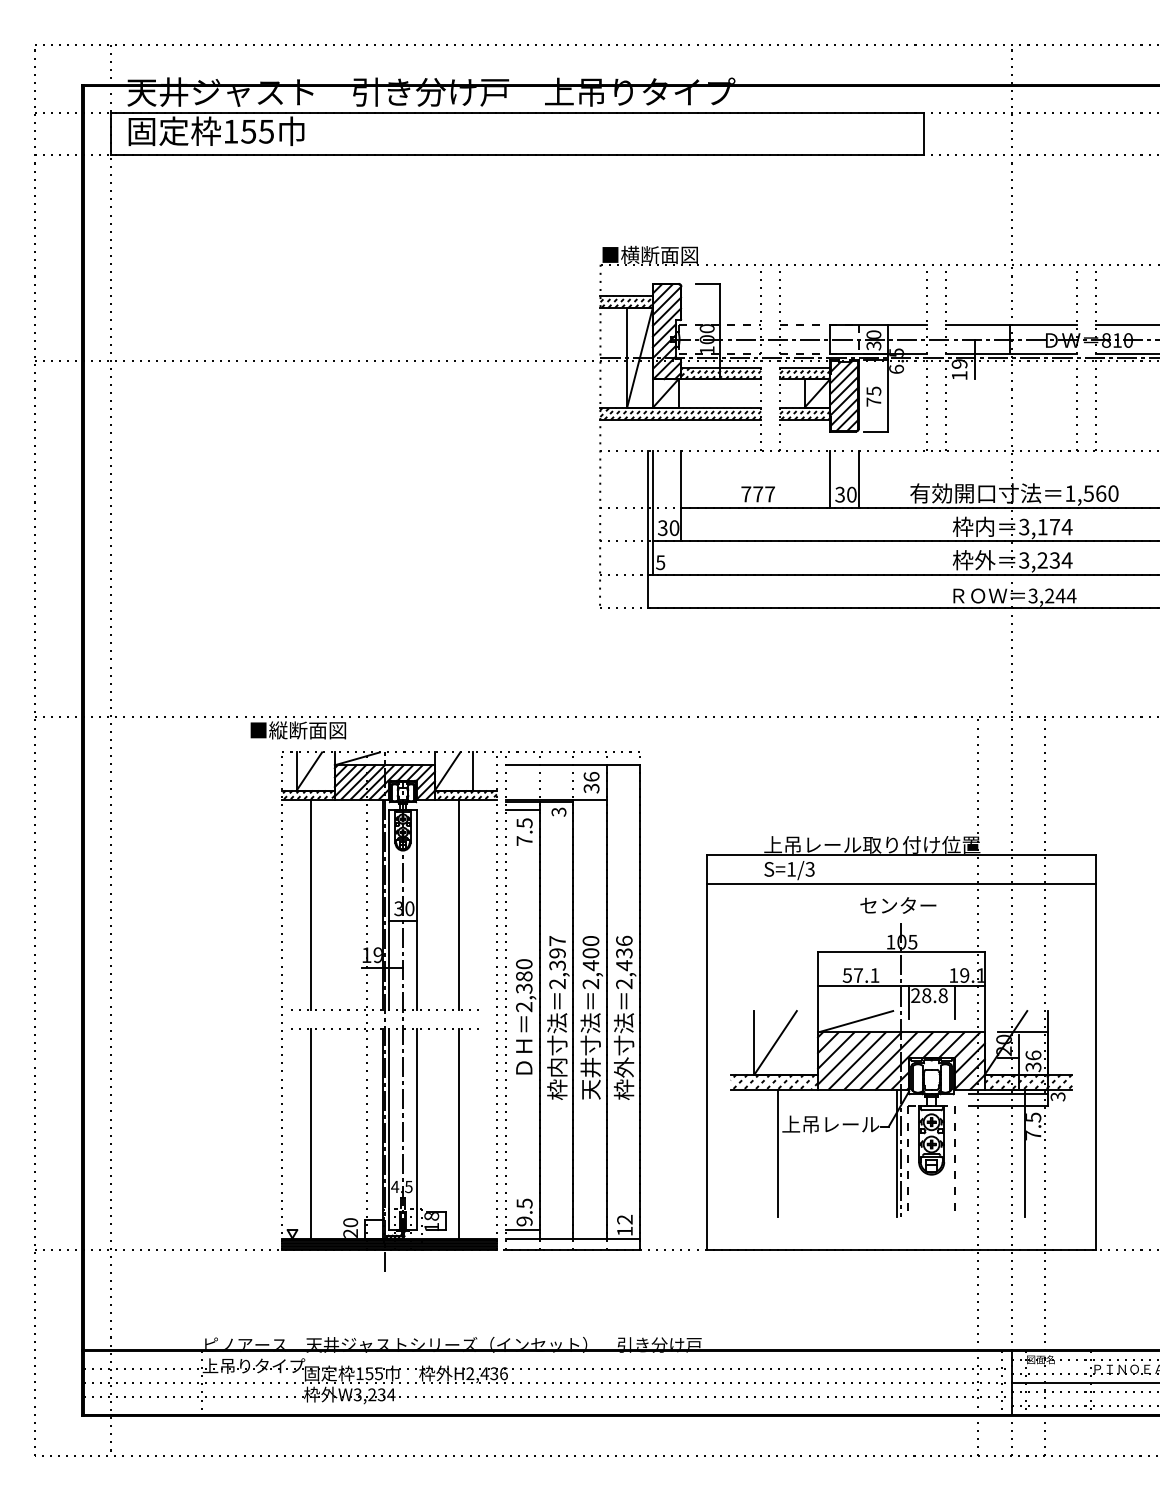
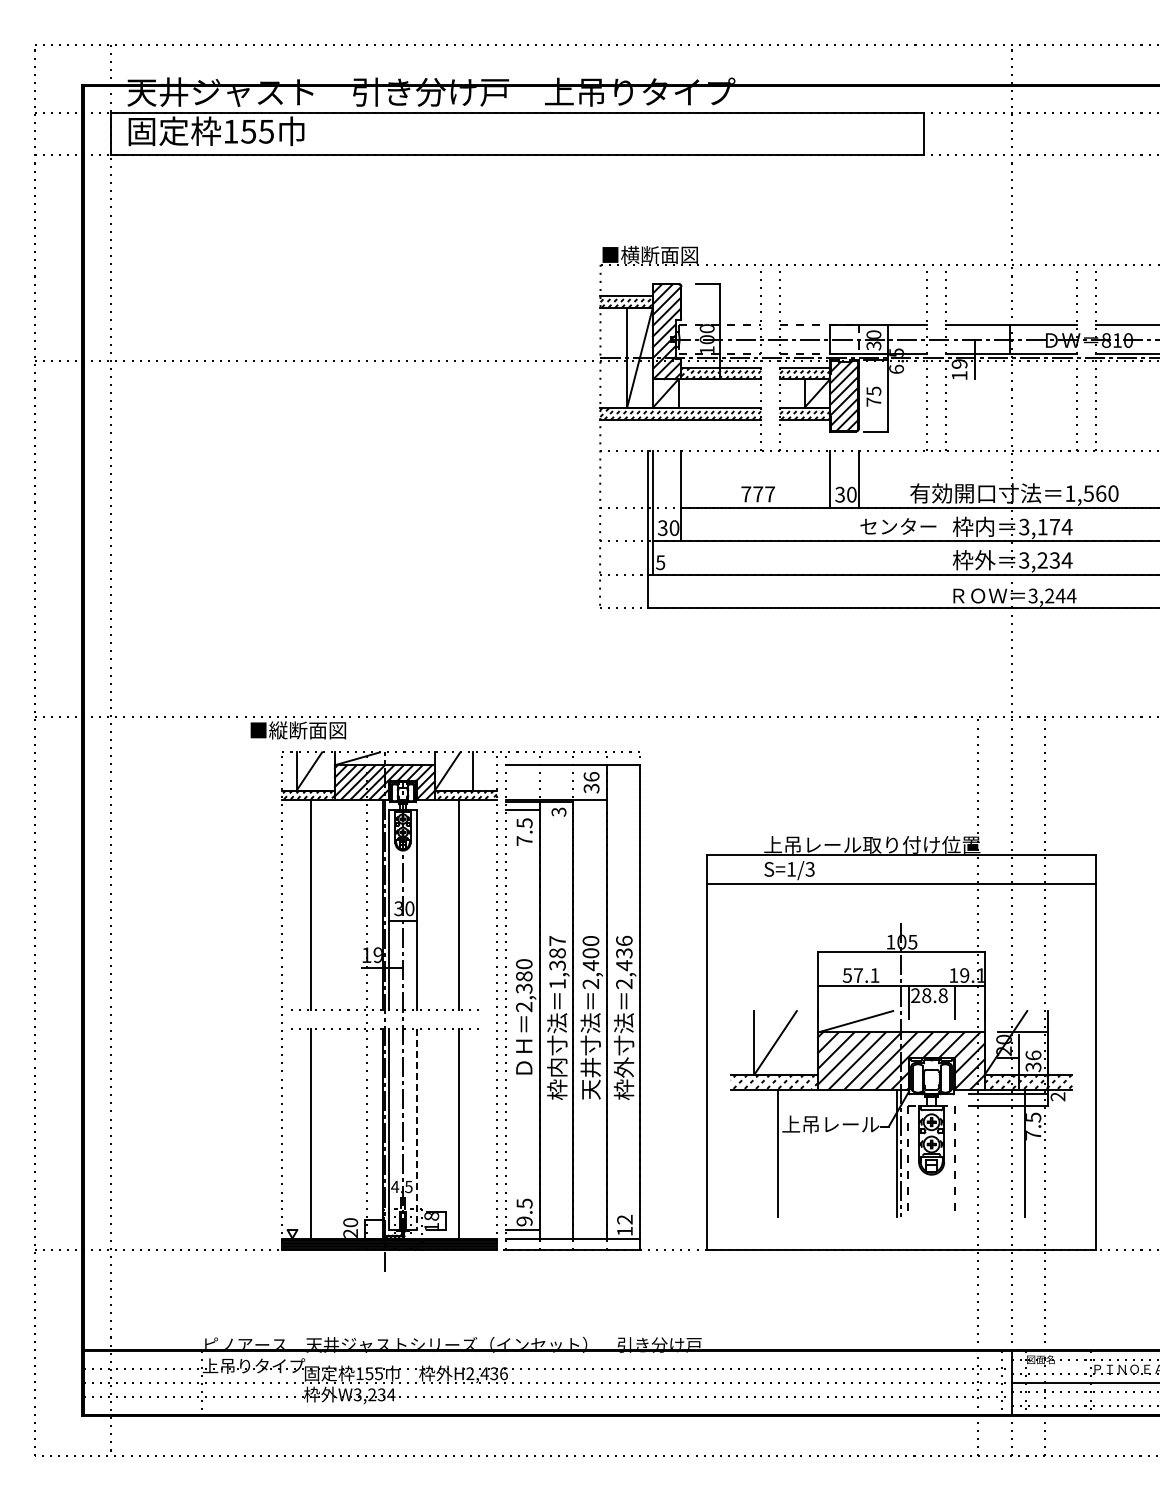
text at (898, 905) position: (898, 905) -> (898, 526)
text at (557, 968): 2,397 -> 1,387
text at (1058, 1096): 3 -> 2
line at (417, 1129): solid -> dashed
